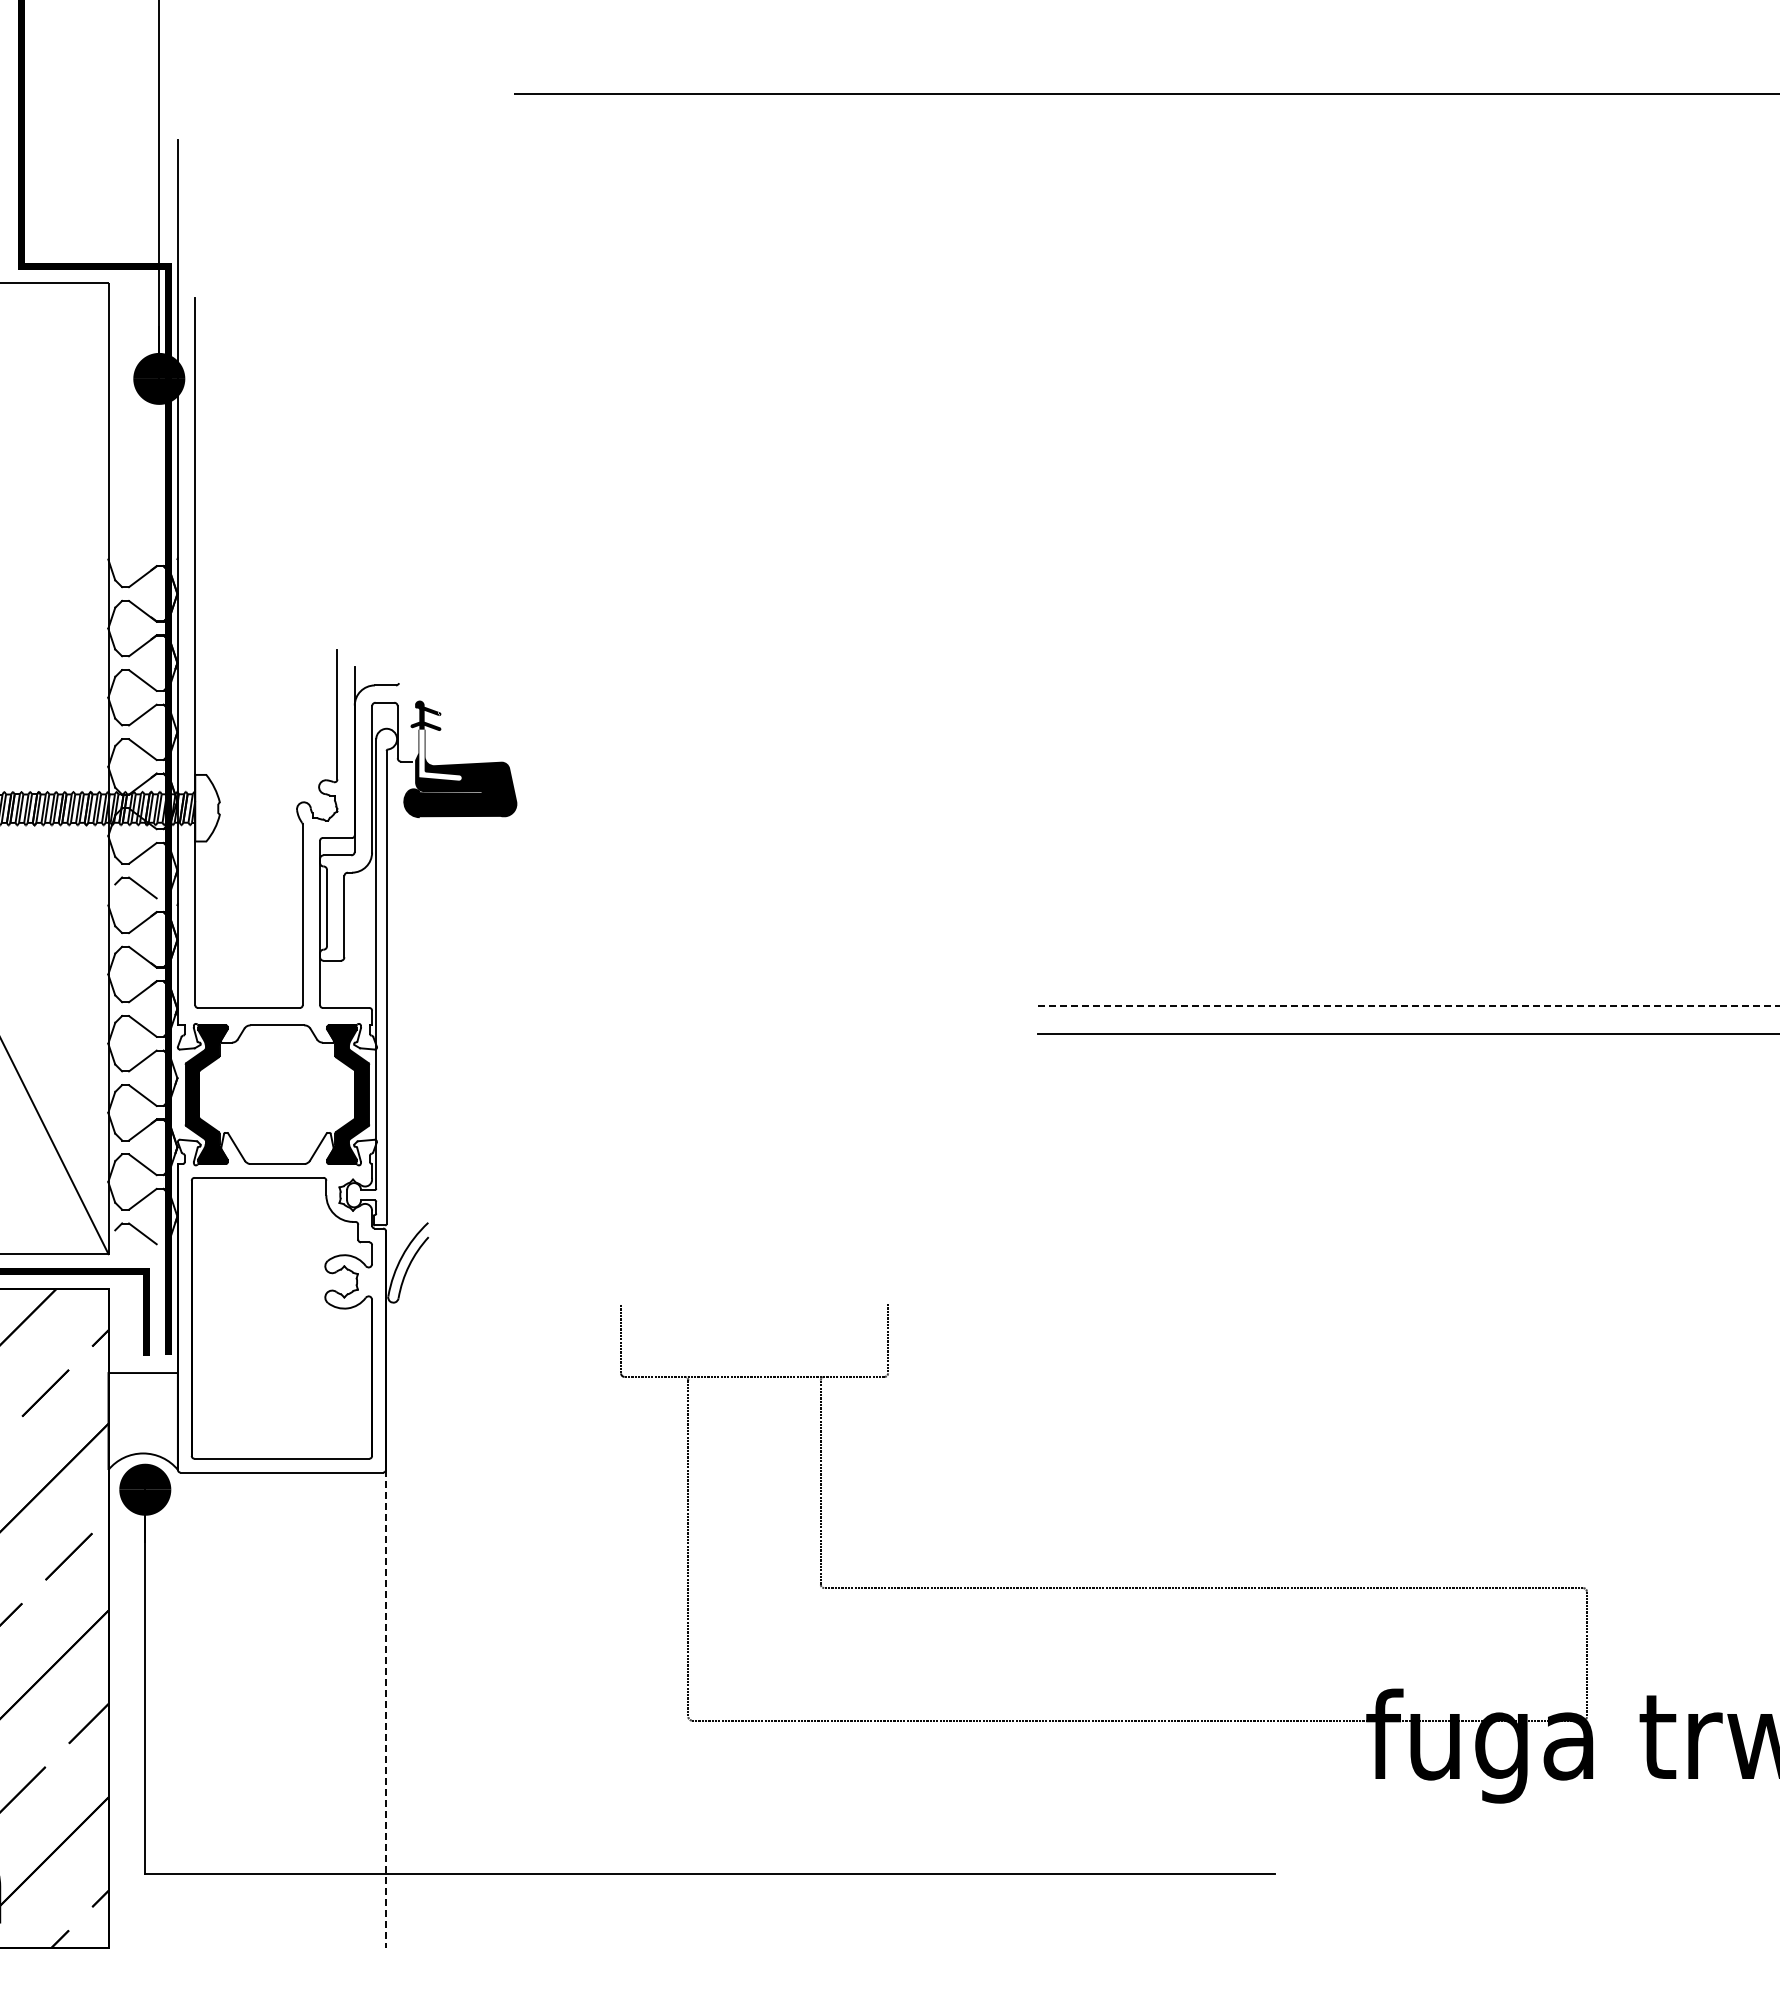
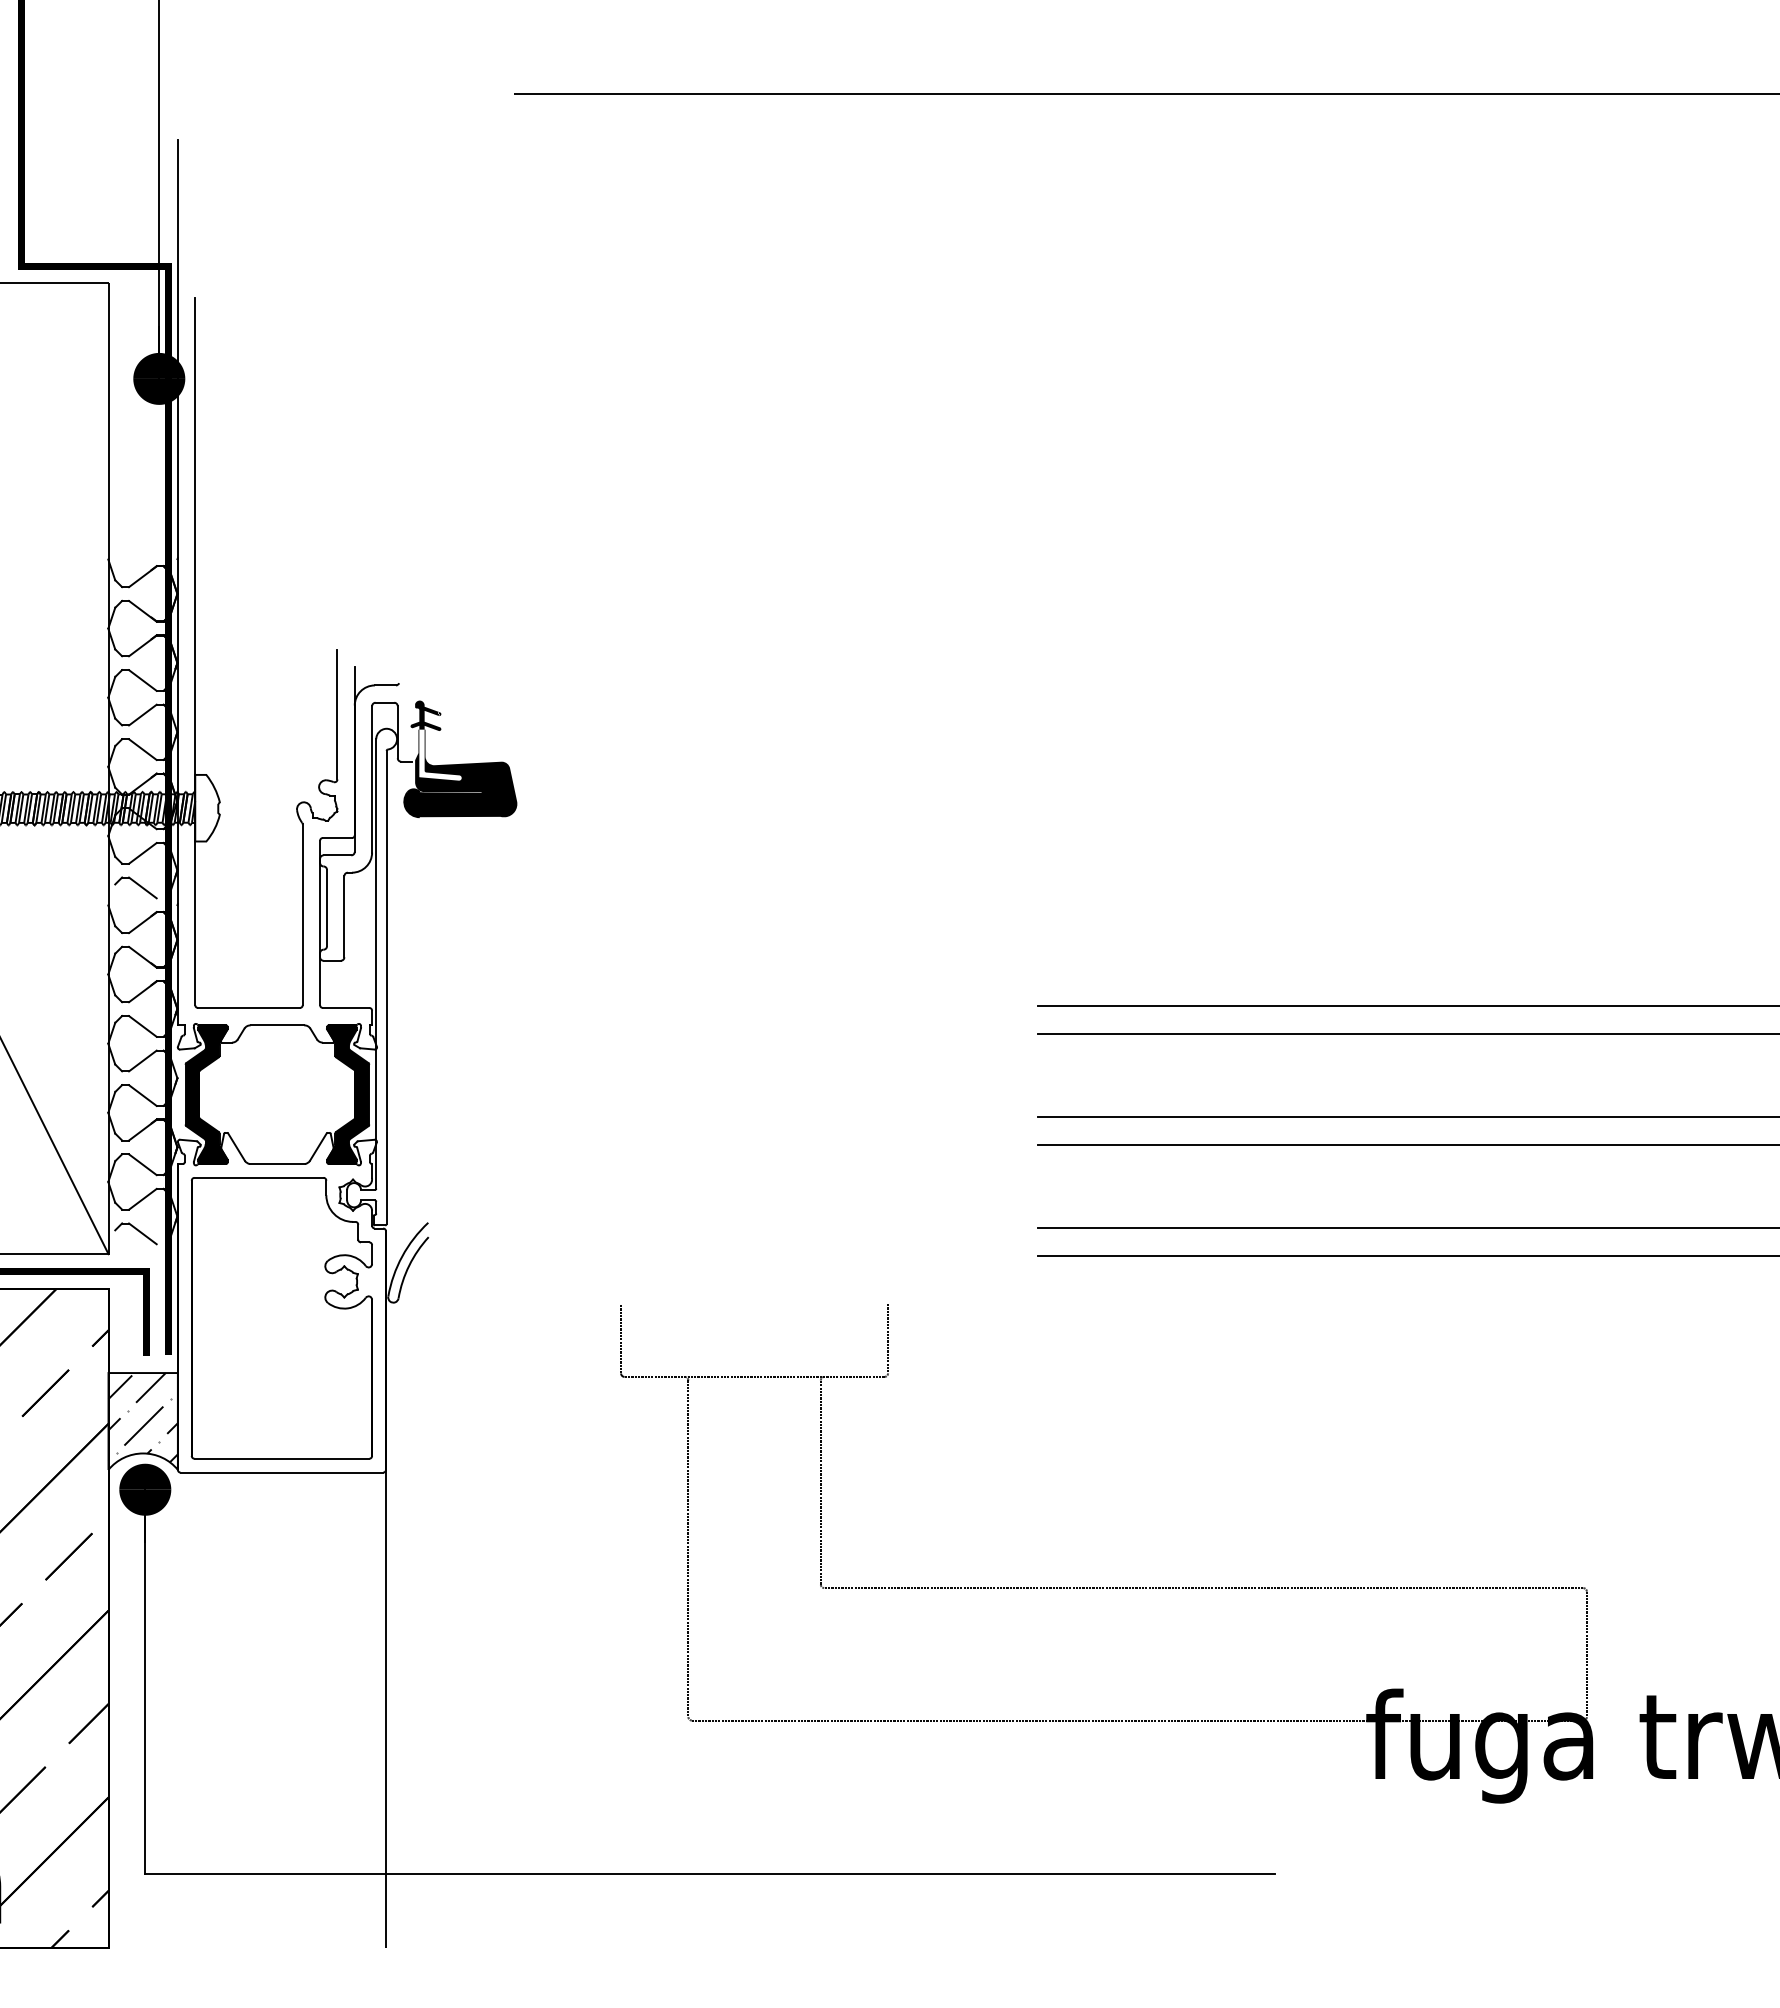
line at (1408, 1006): dashed -> solid
line at (1406, 1117): none -> present
line at (1406, 1144): none -> present
line at (1406, 1228): none -> present
line at (1406, 1255): none -> present
hatch at (142, 1417): none -> present
line at (385, 1708): dashed -> solid
